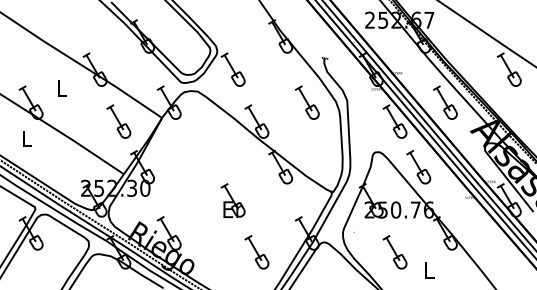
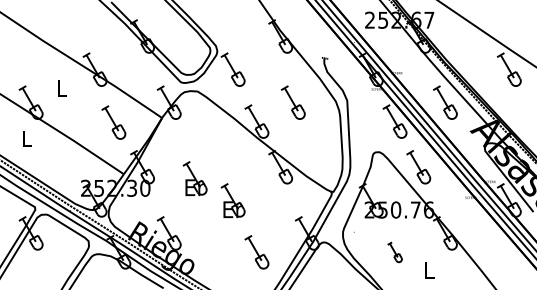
part at (306, 102) position: (306, 102) -> (292, 102)
part at (118, 121) position: (118, 121) -> (113, 122)
part at (194, 178): none -> present
part at (394, 252) size: 26x35 px -> 16x23 px
